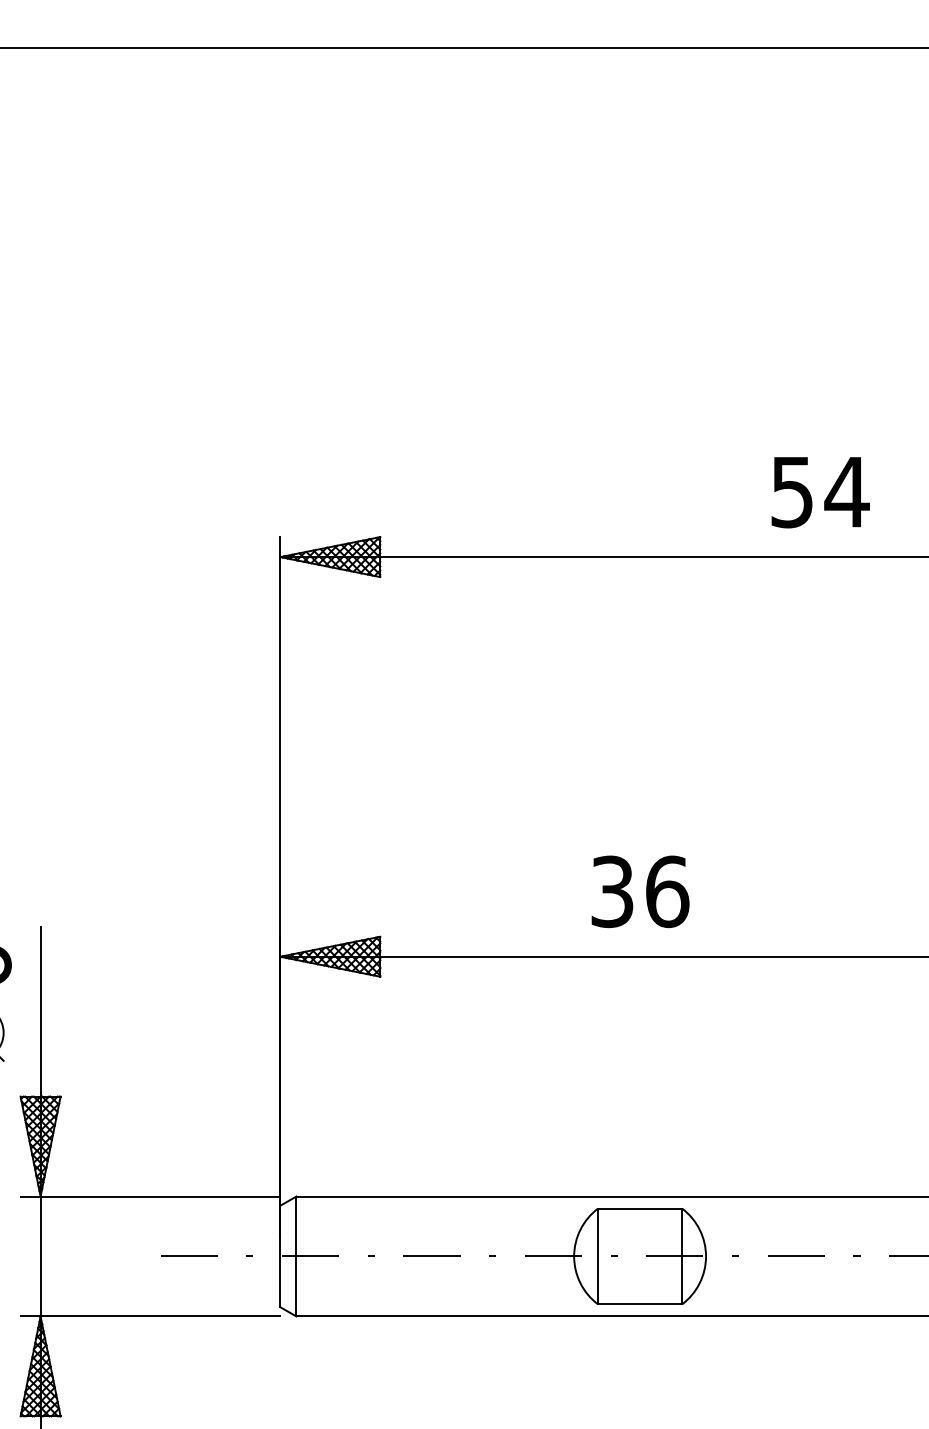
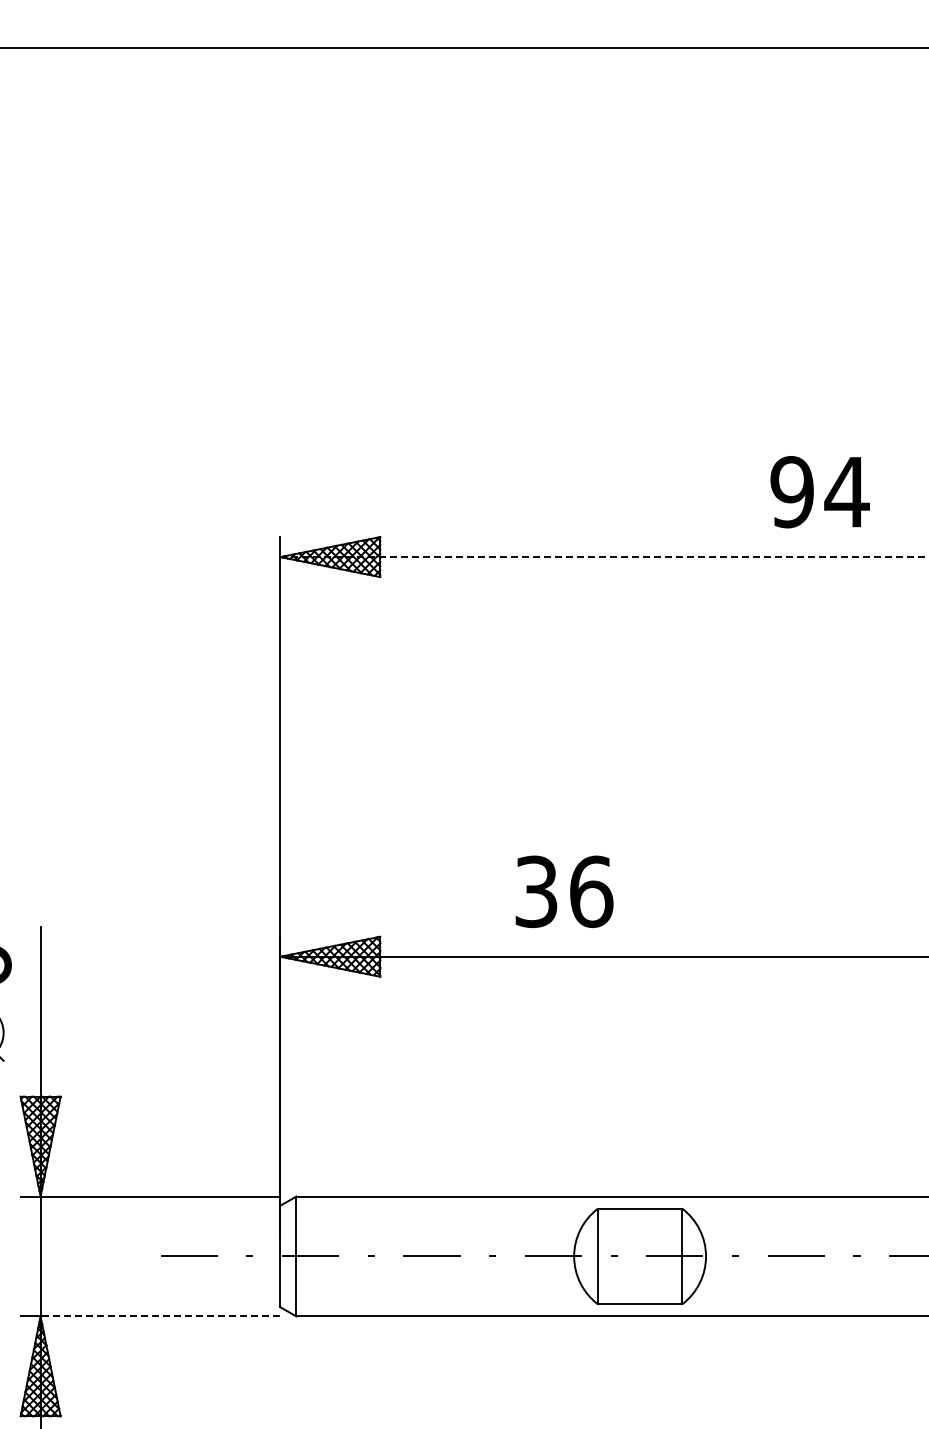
text at (791, 492): 54 -> 94
line at (605, 557): solid -> dashed
text at (640, 891) position: (640, 891) -> (564, 891)
line at (160, 1316): solid -> dashed
